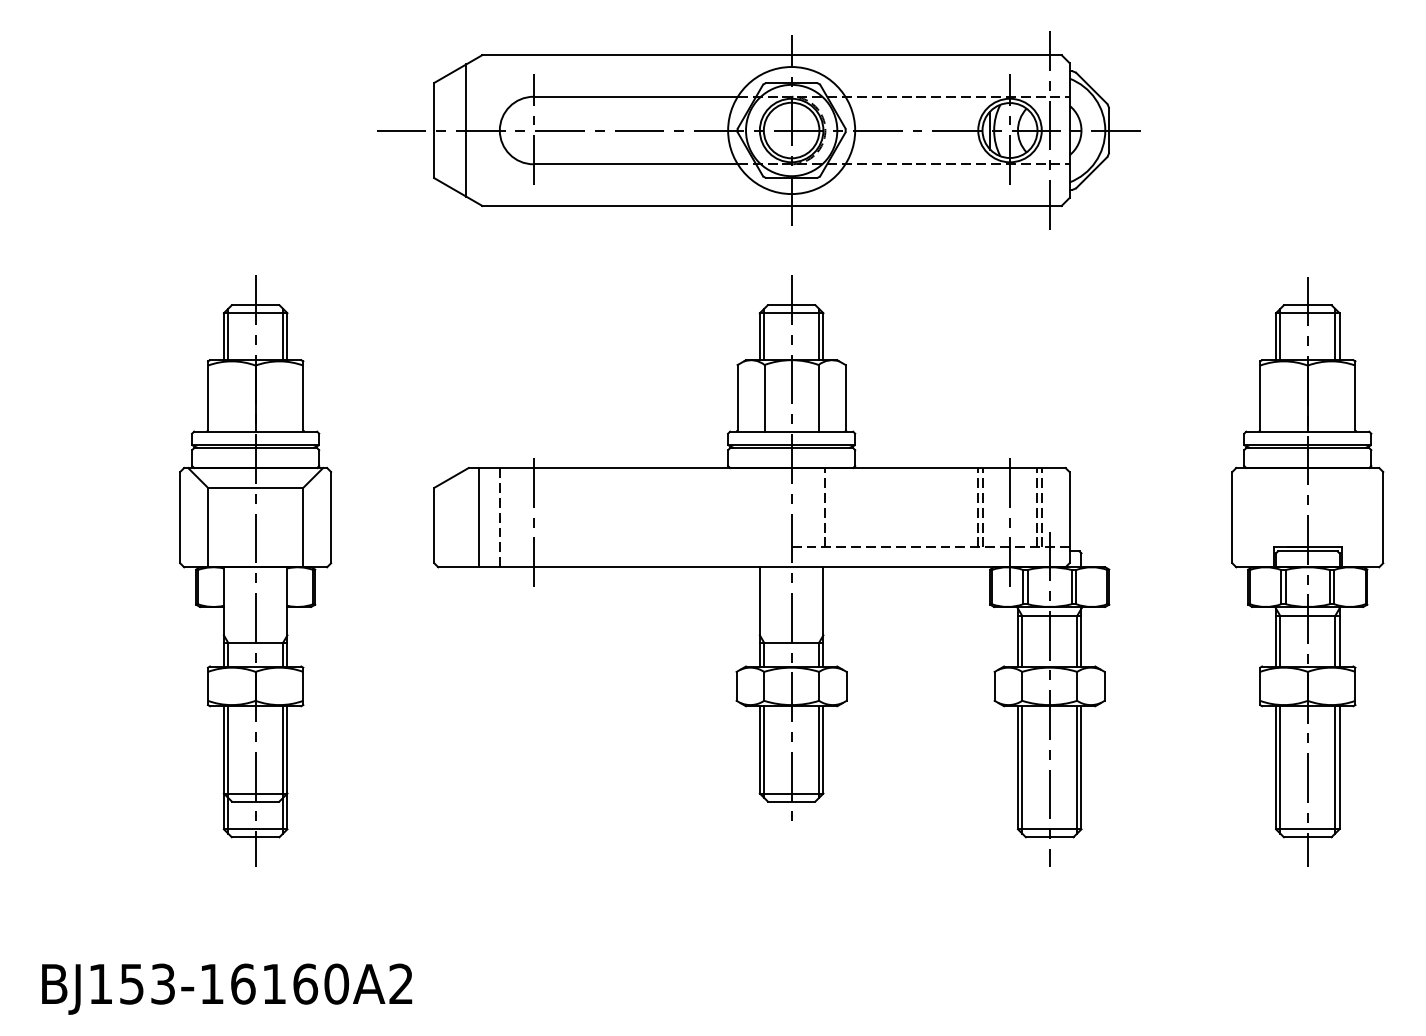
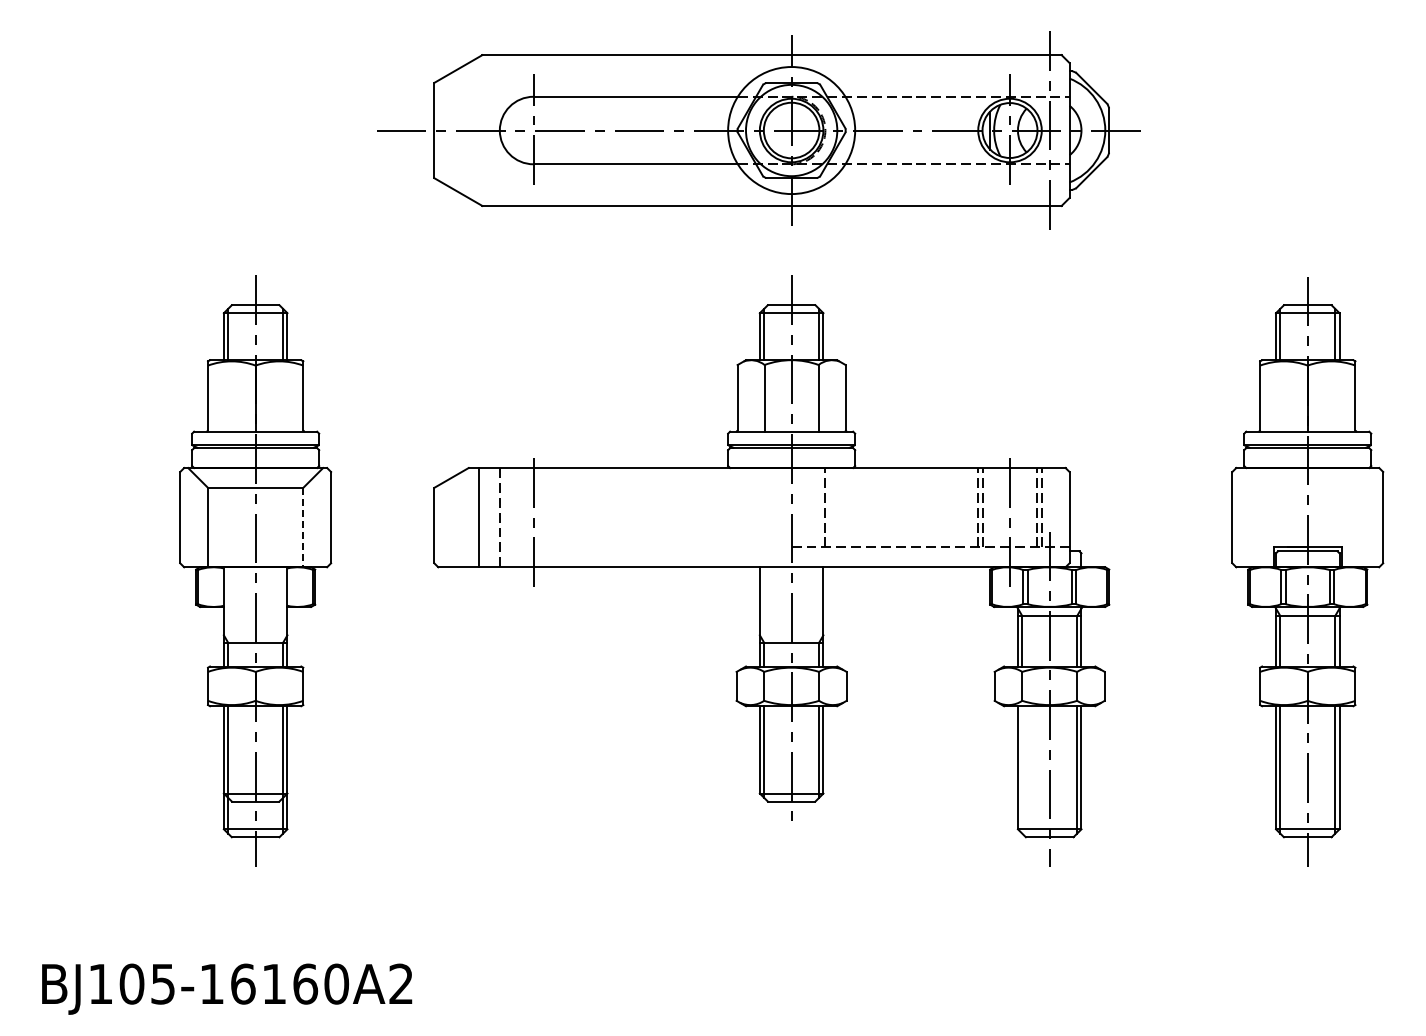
line at (466, 130): present -> none
line at (303, 527): solid -> dashed
line at (1022, 769): present -> none
text at (146, 983): BJ153-16160A2 -> BJ105-16160A2
